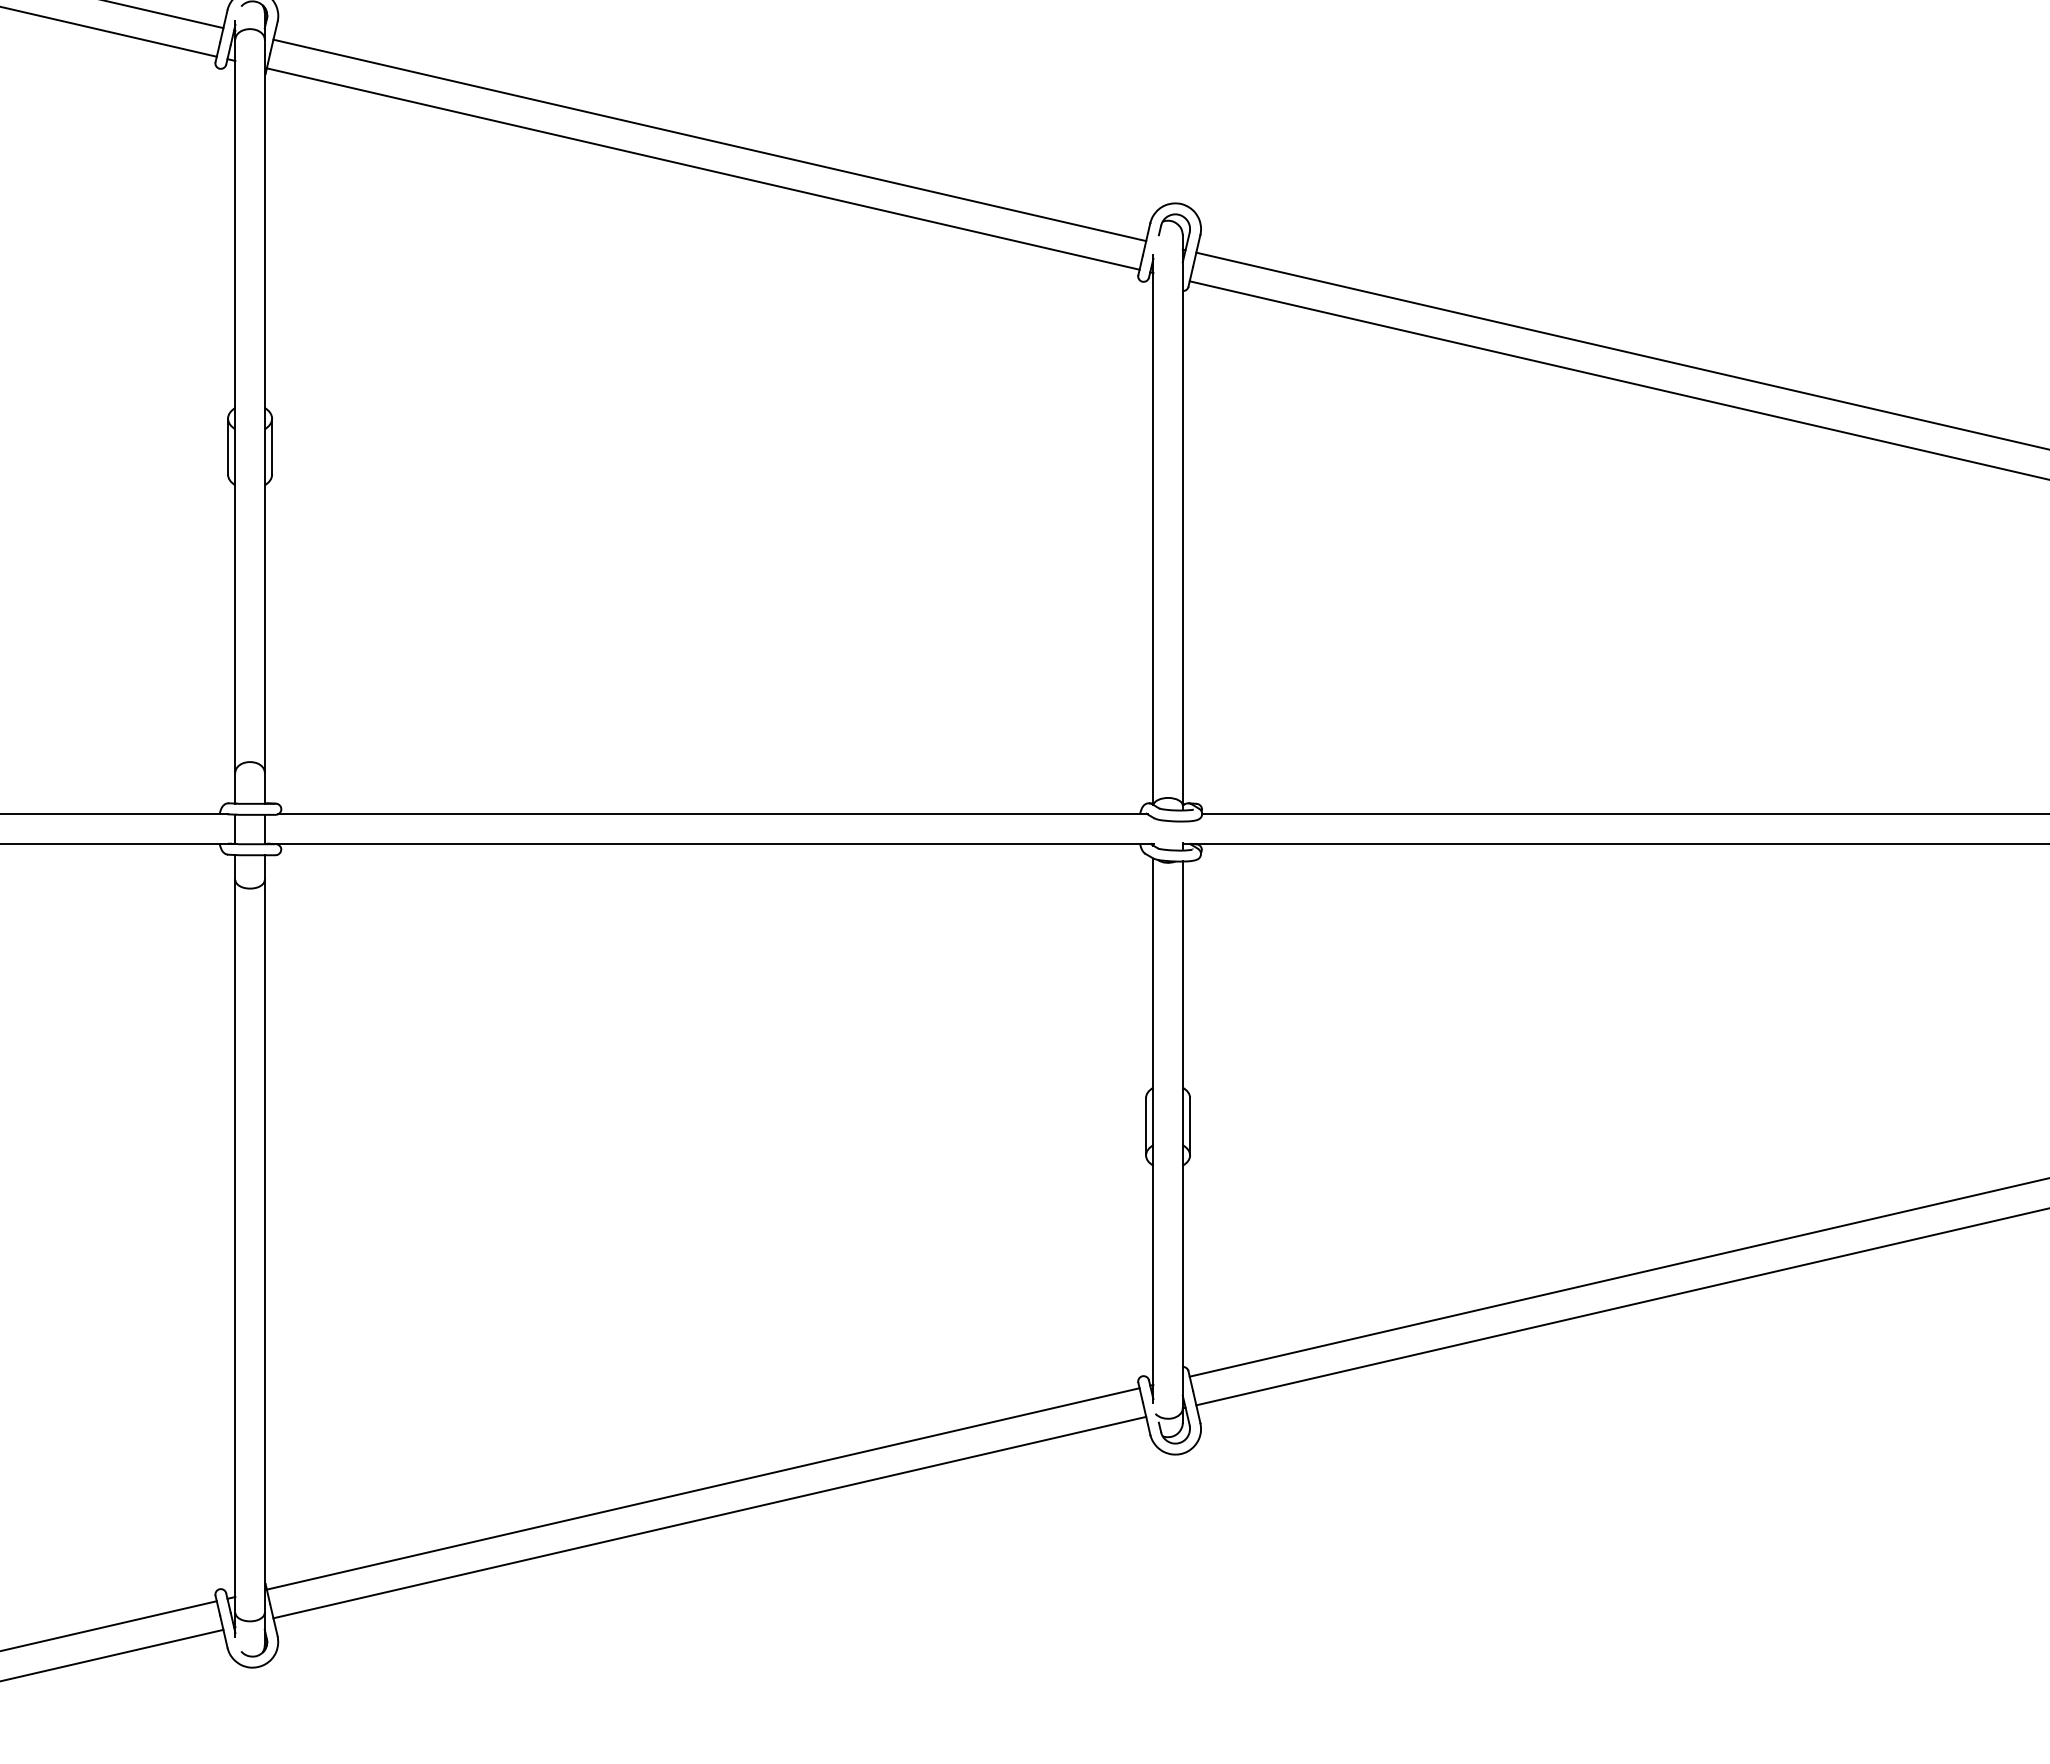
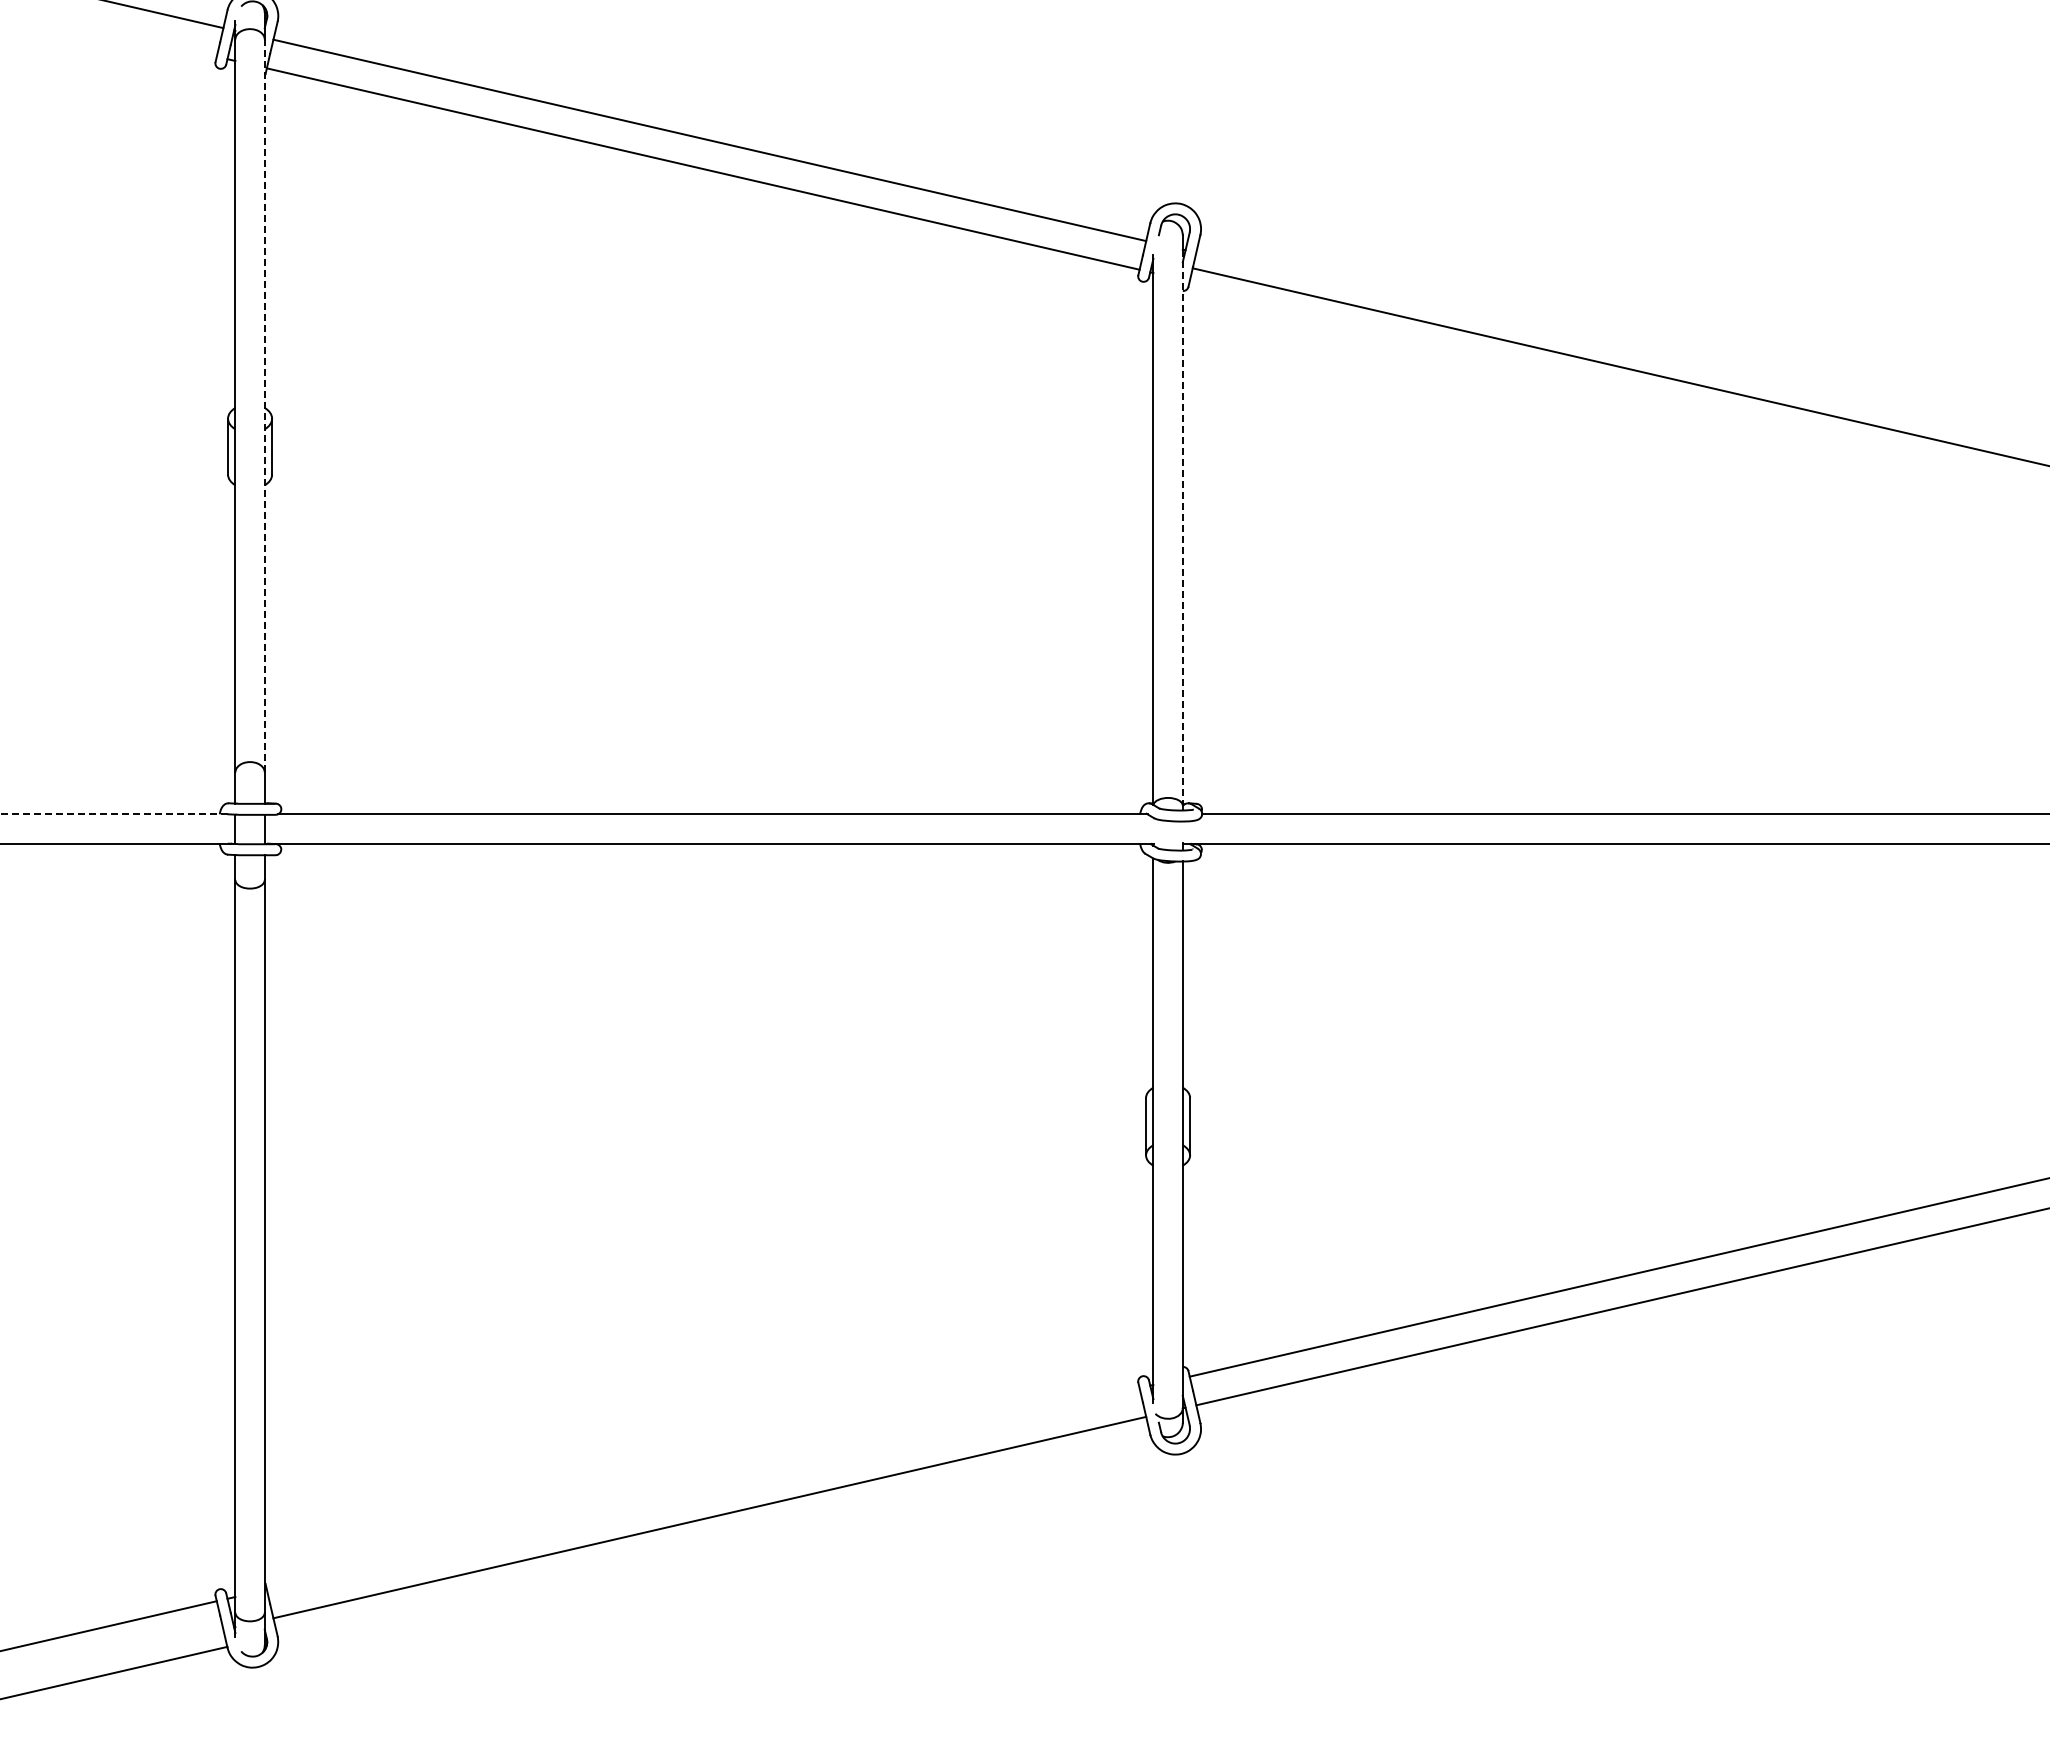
line at (109, 31): present -> none
line at (1621, 350): present -> none
line at (1617, 380) position: (1617, 380) -> (1619, 366)
line at (264, 405): solid -> dashed
line at (1182, 527): solid -> dashed
line at (114, 814): solid -> dashed
line at (702, 1488): present -> none
line at (112, 1654) position: (112, 1654) -> (114, 1672)
